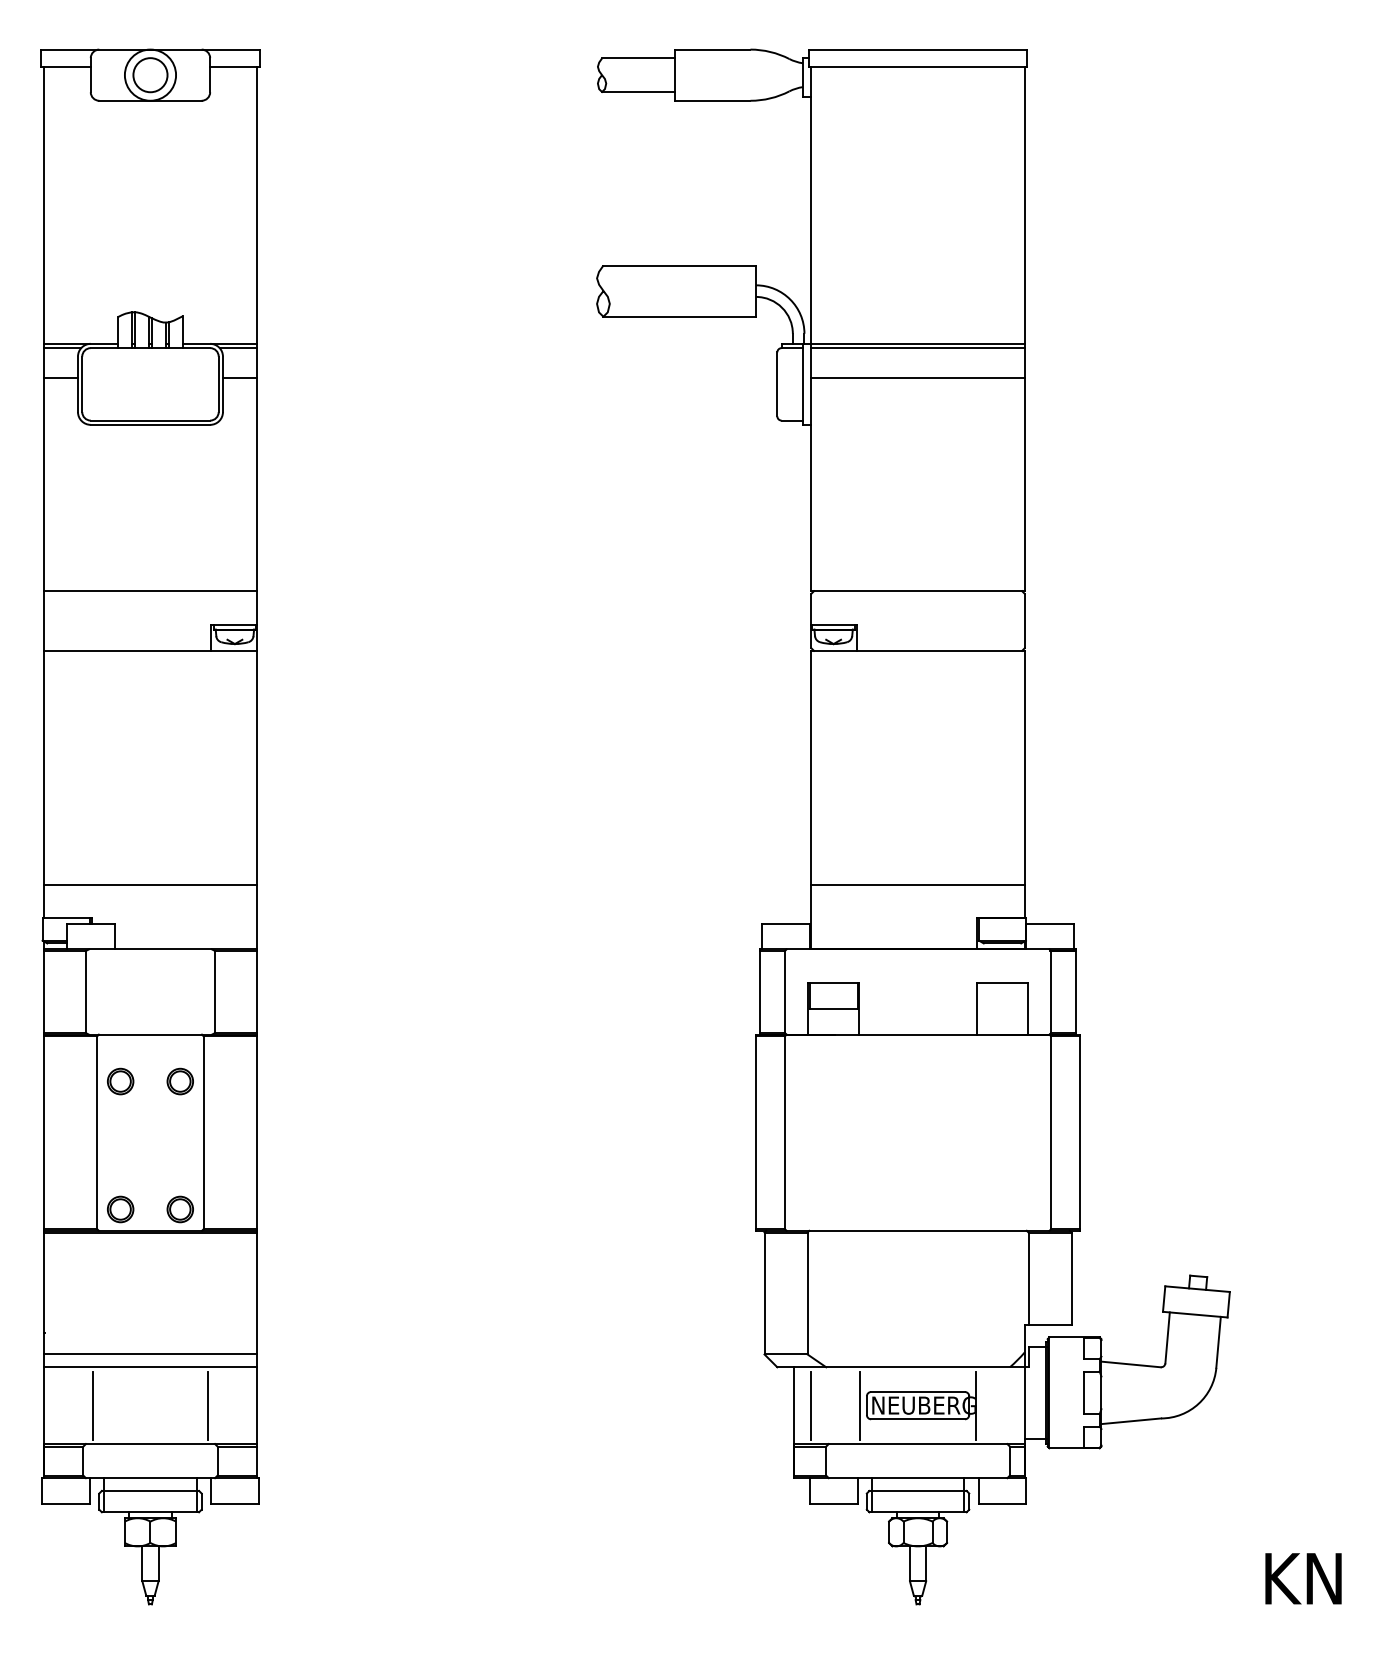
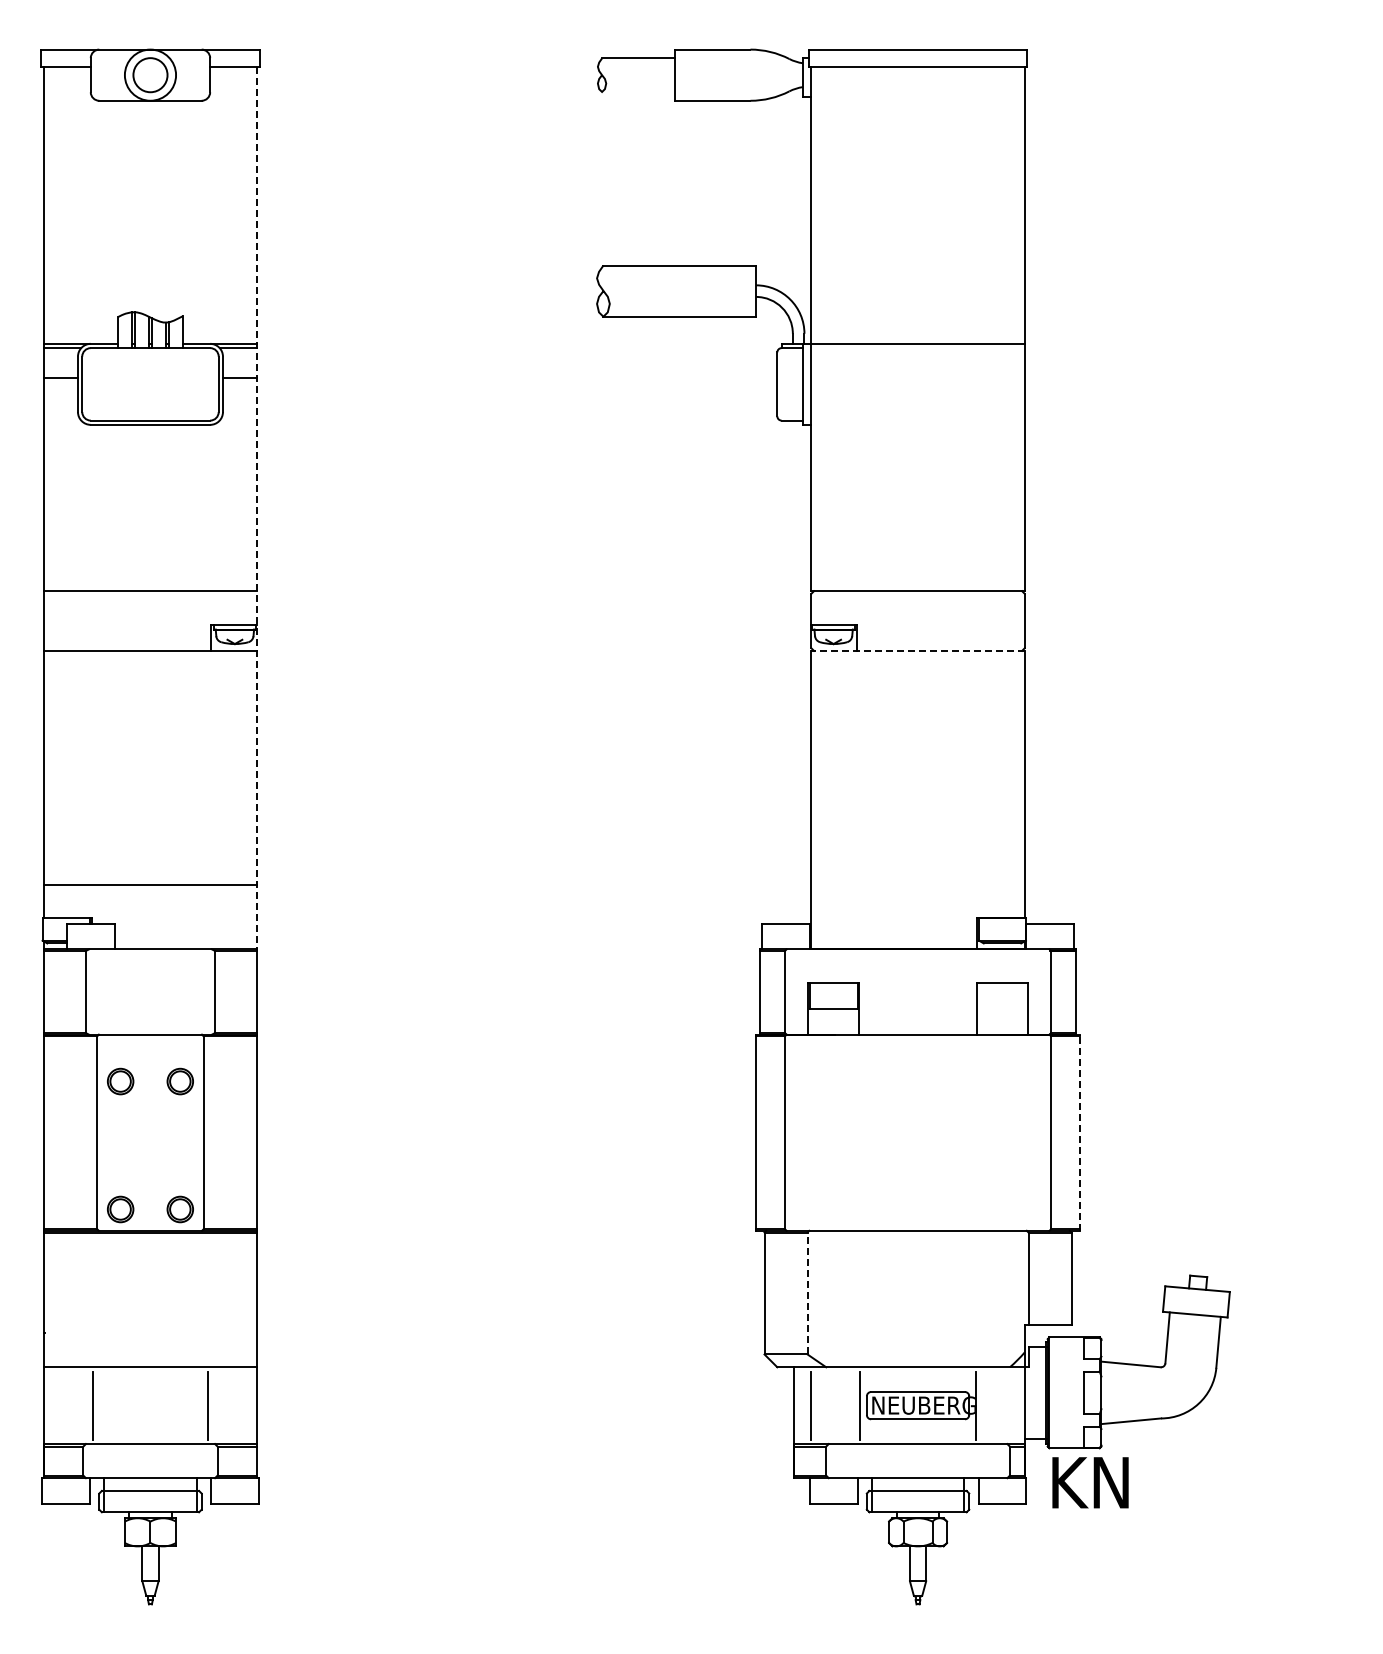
line at (638, 92): present -> none
line at (918, 348): present -> none
line at (917, 377): present -> none
line at (257, 508): solid -> dashed
line at (918, 650): solid -> dashed
line at (917, 885): present -> none
line at (1080, 1132): solid -> dashed
line at (807, 1293): solid -> dashed
line at (150, 1354): present -> none
text at (1303, 1578) position: (1303, 1578) -> (1090, 1482)
